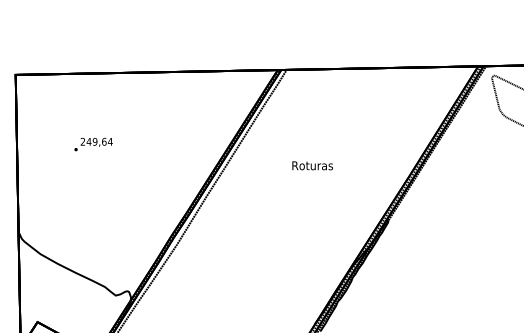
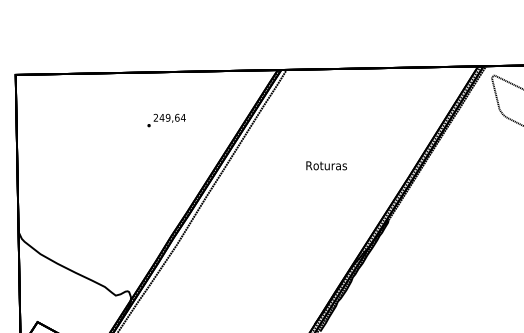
text at (93, 144) position: (93, 144) -> (166, 120)
text at (312, 165) position: (312, 165) -> (326, 165)
